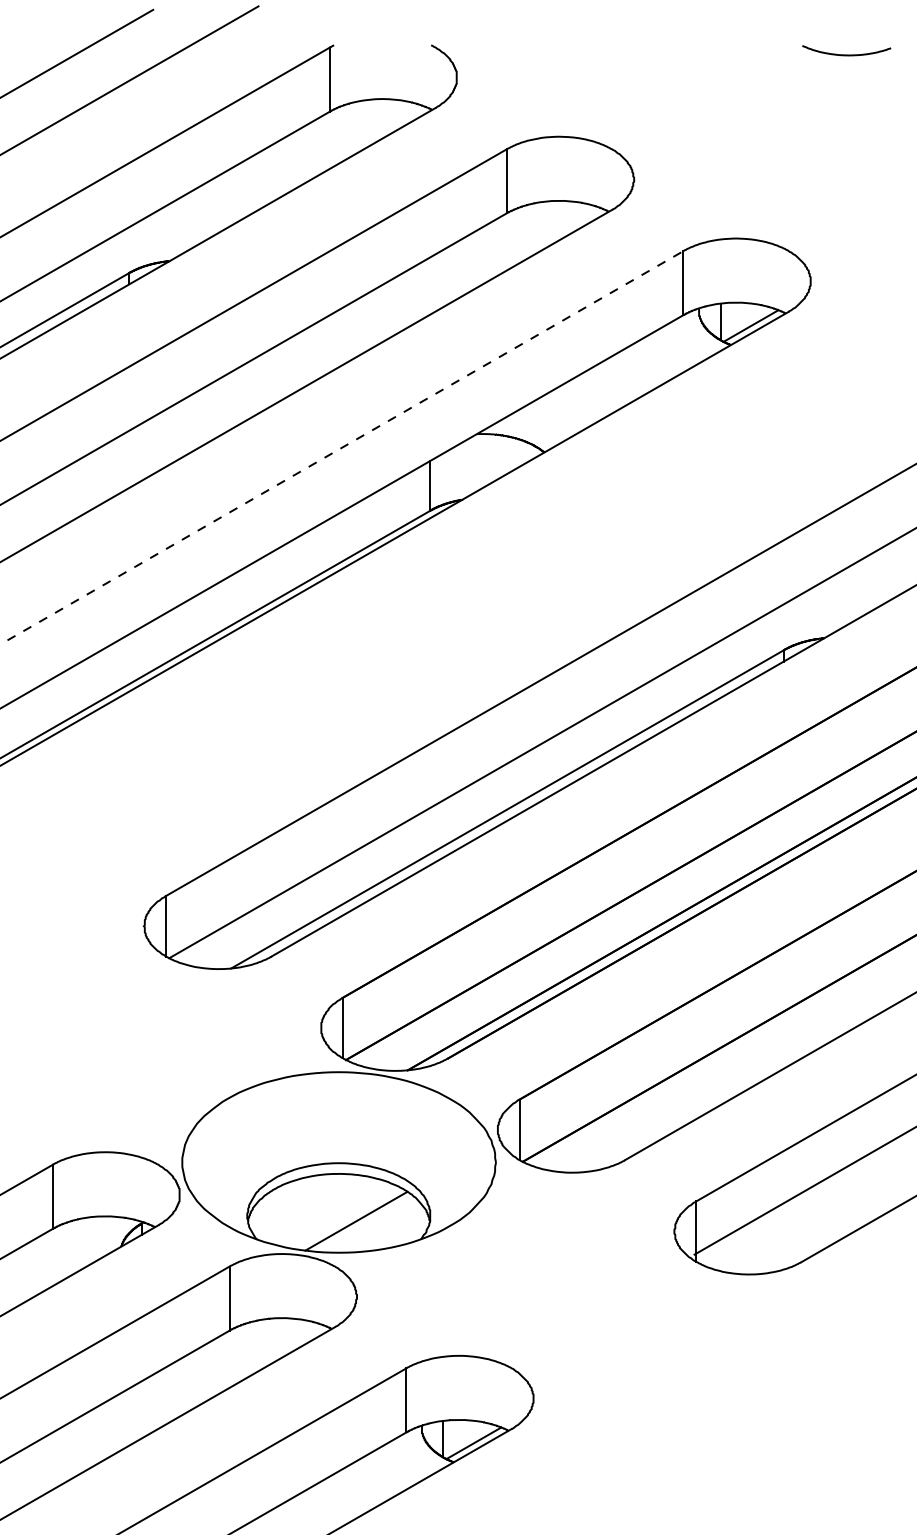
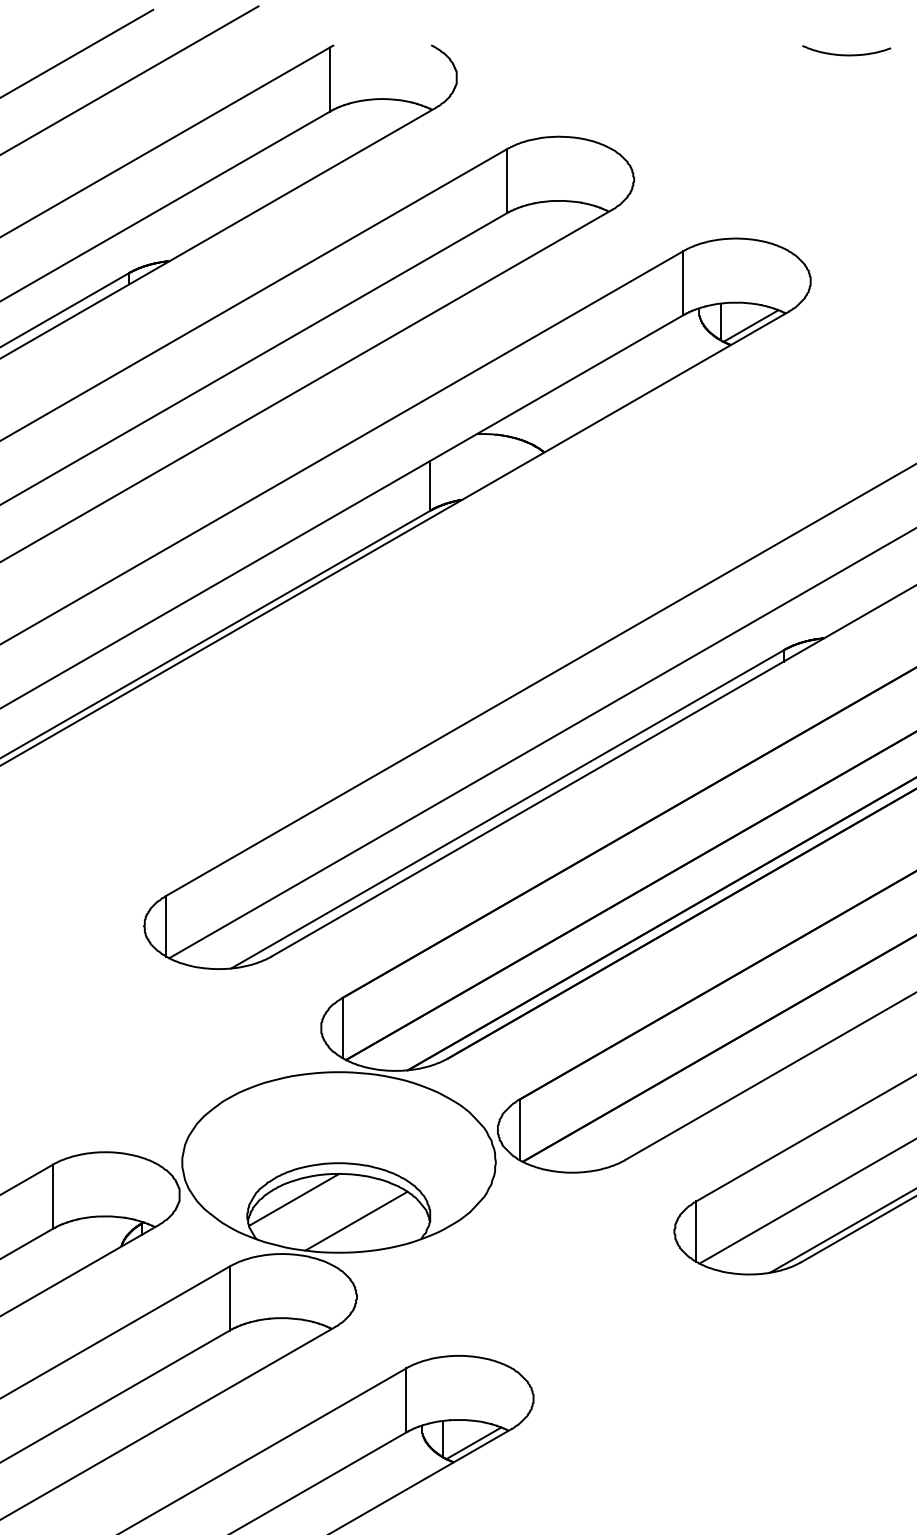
line at (342, 447): dashed -> solid
line at (803, 1191) position: (803, 1191) -> (806, 1201)
line at (294, 1199): none -> present
line at (841, 1231): none -> present
